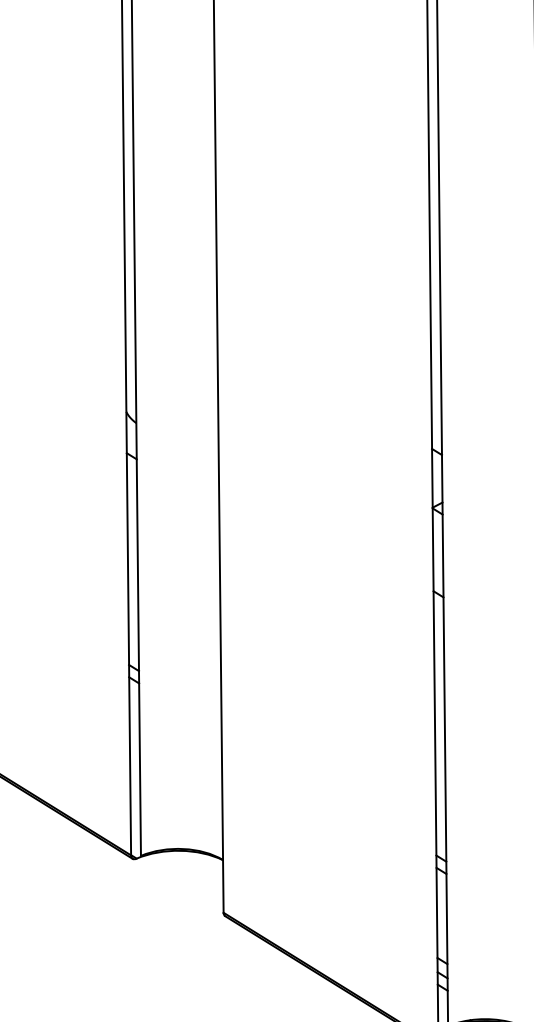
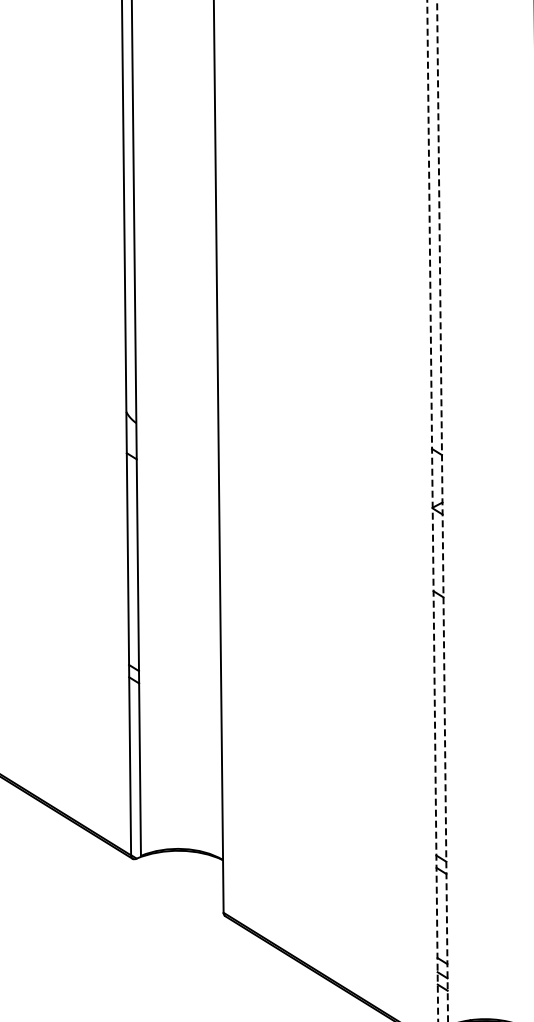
line at (432, 510): solid -> dashed
line at (442, 511): solid -> dashed
